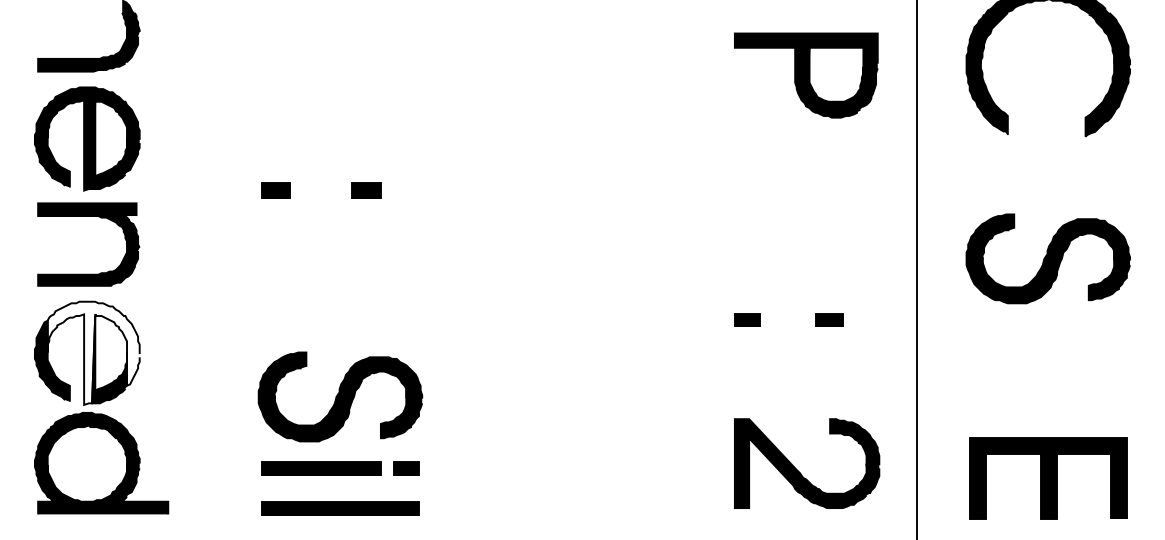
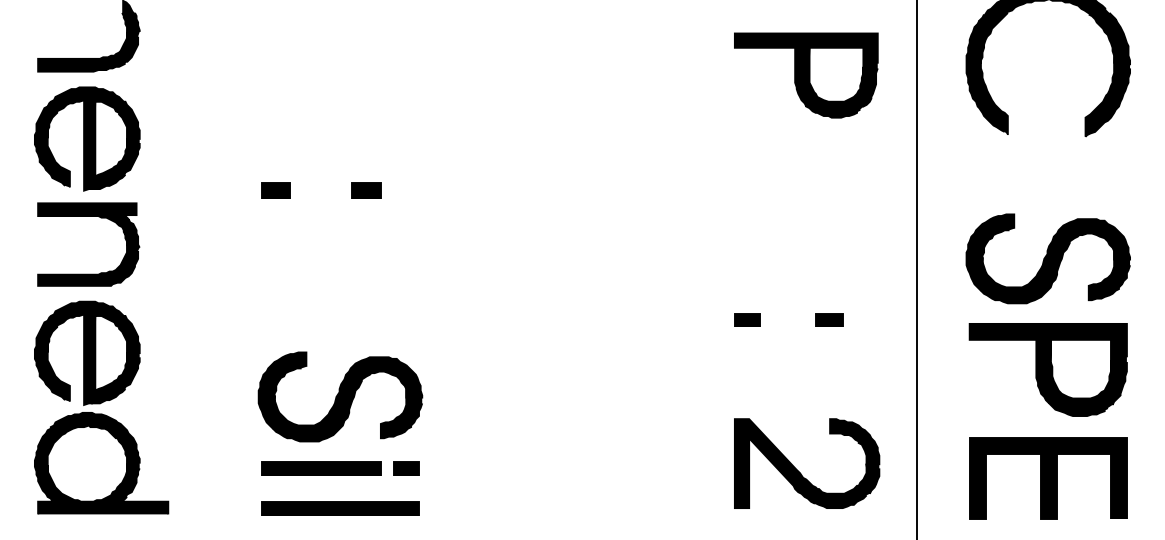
fill at (93, 352): none -> present
part at (1047, 369): none -> present
